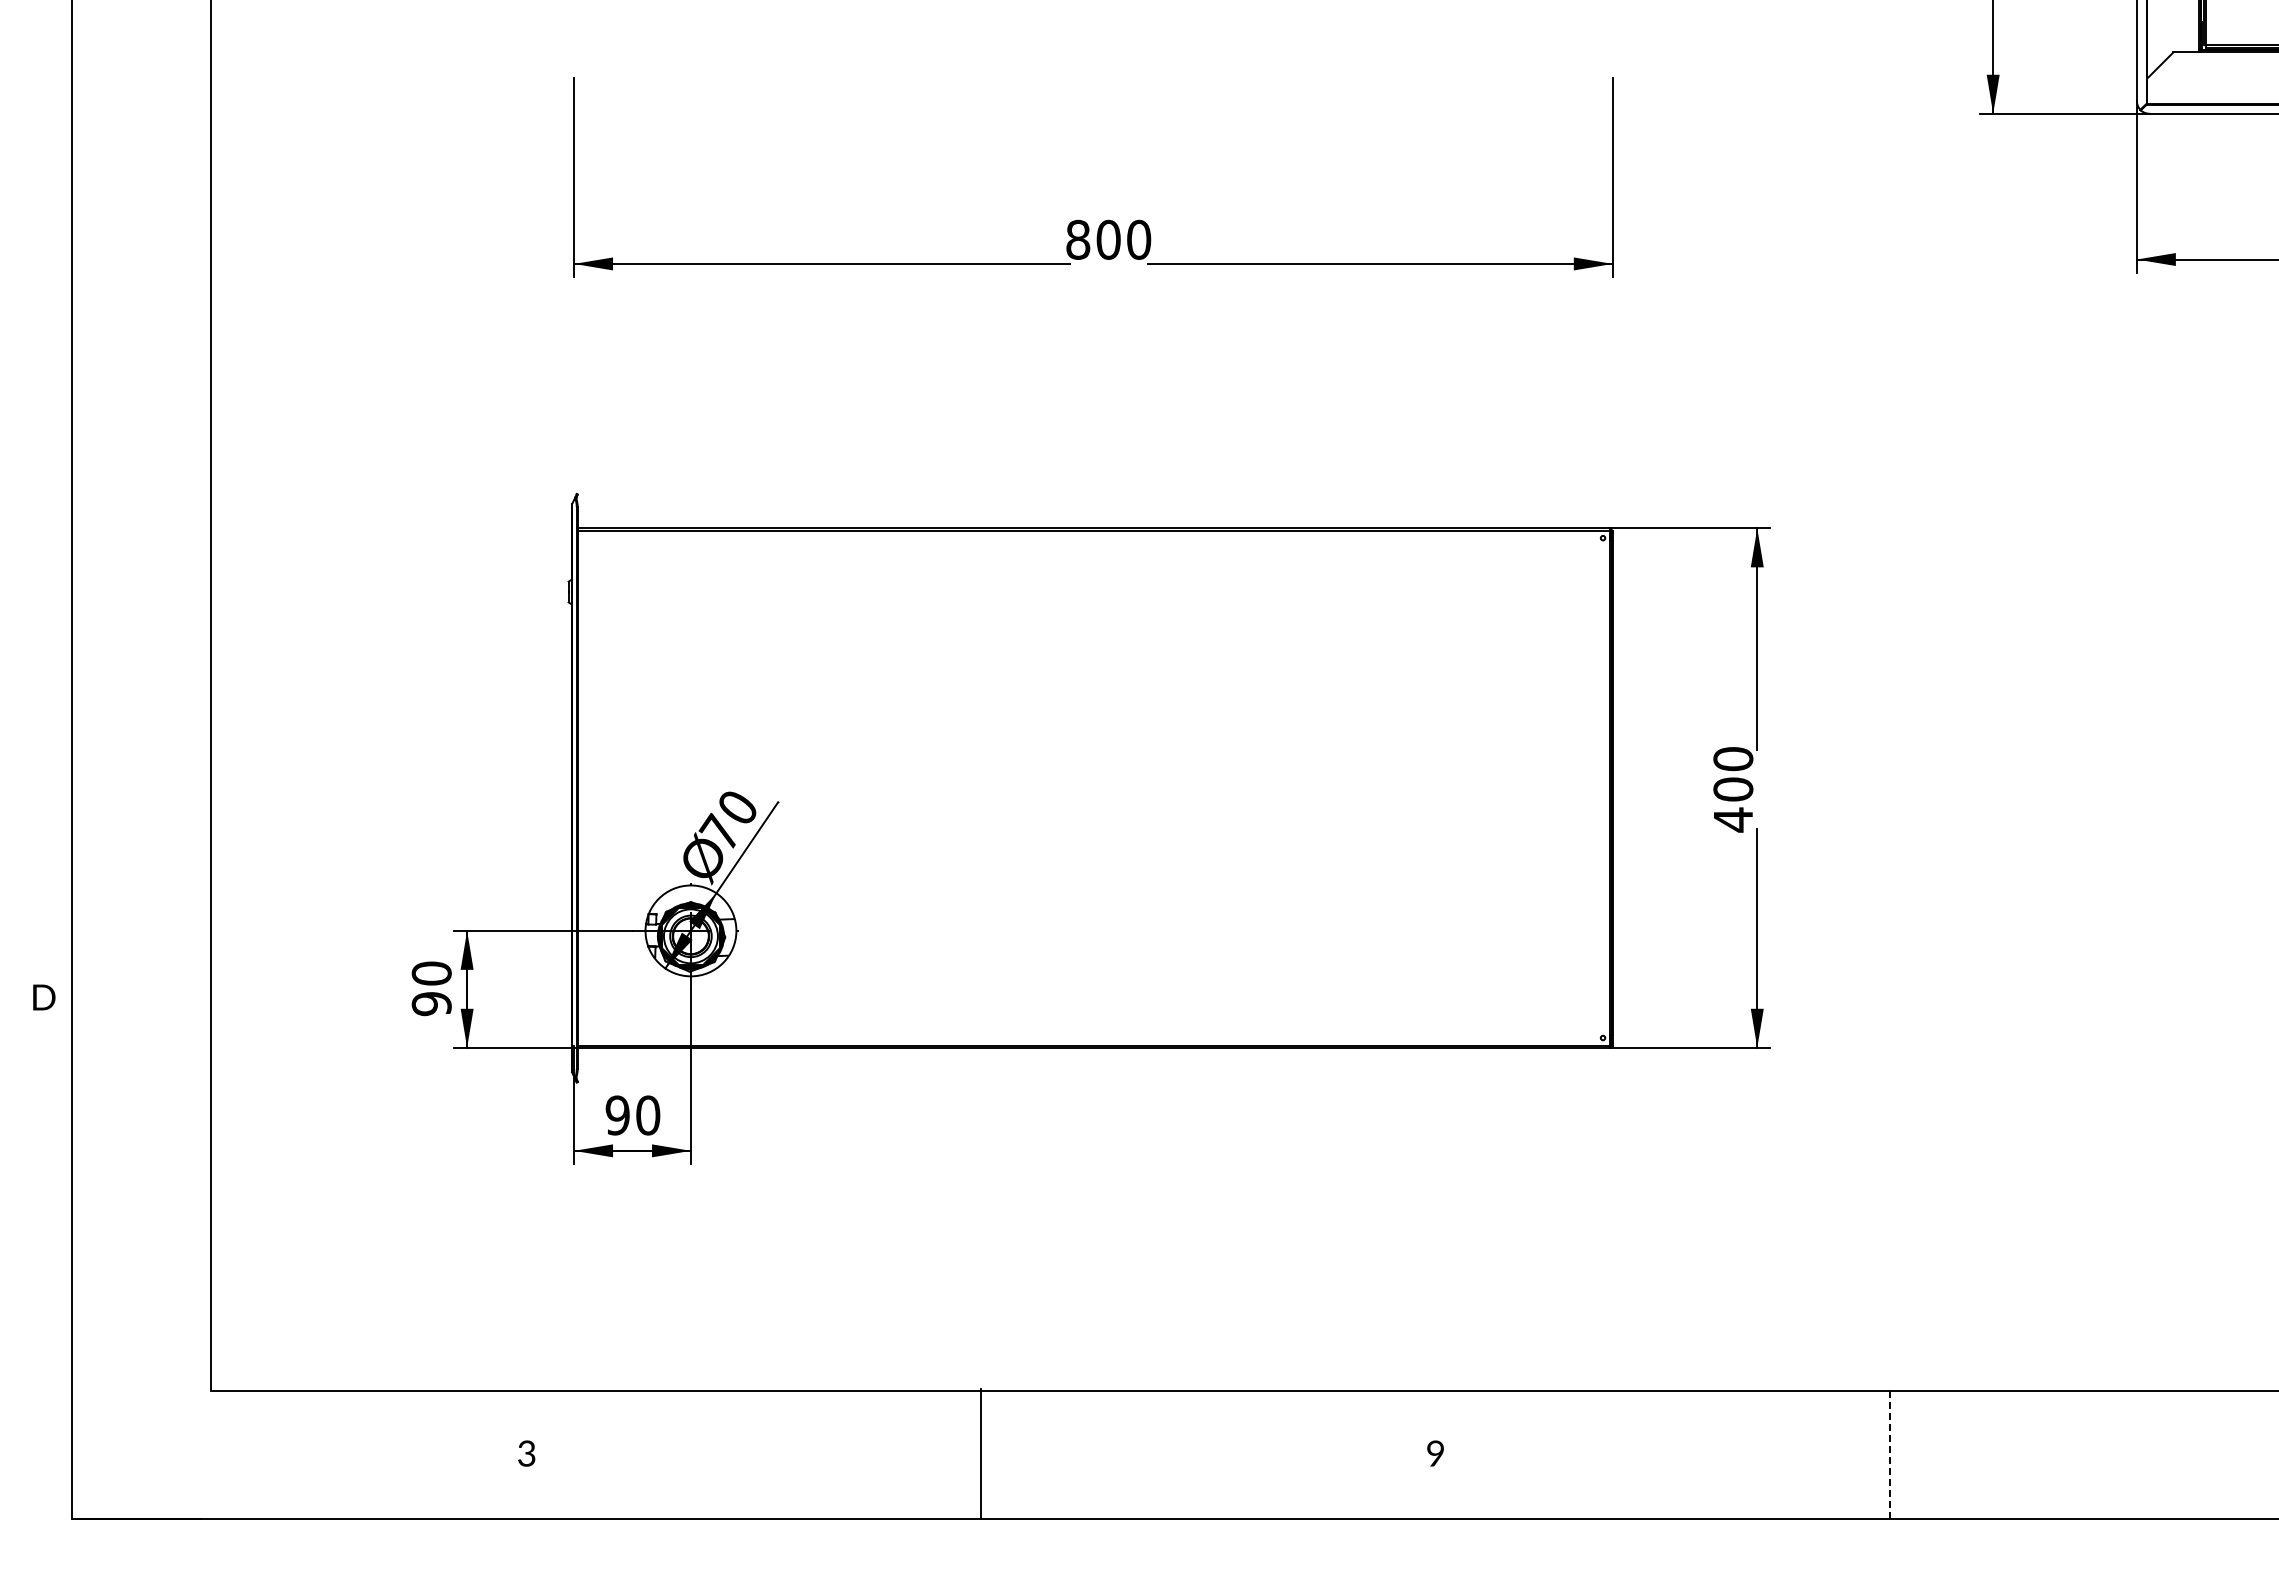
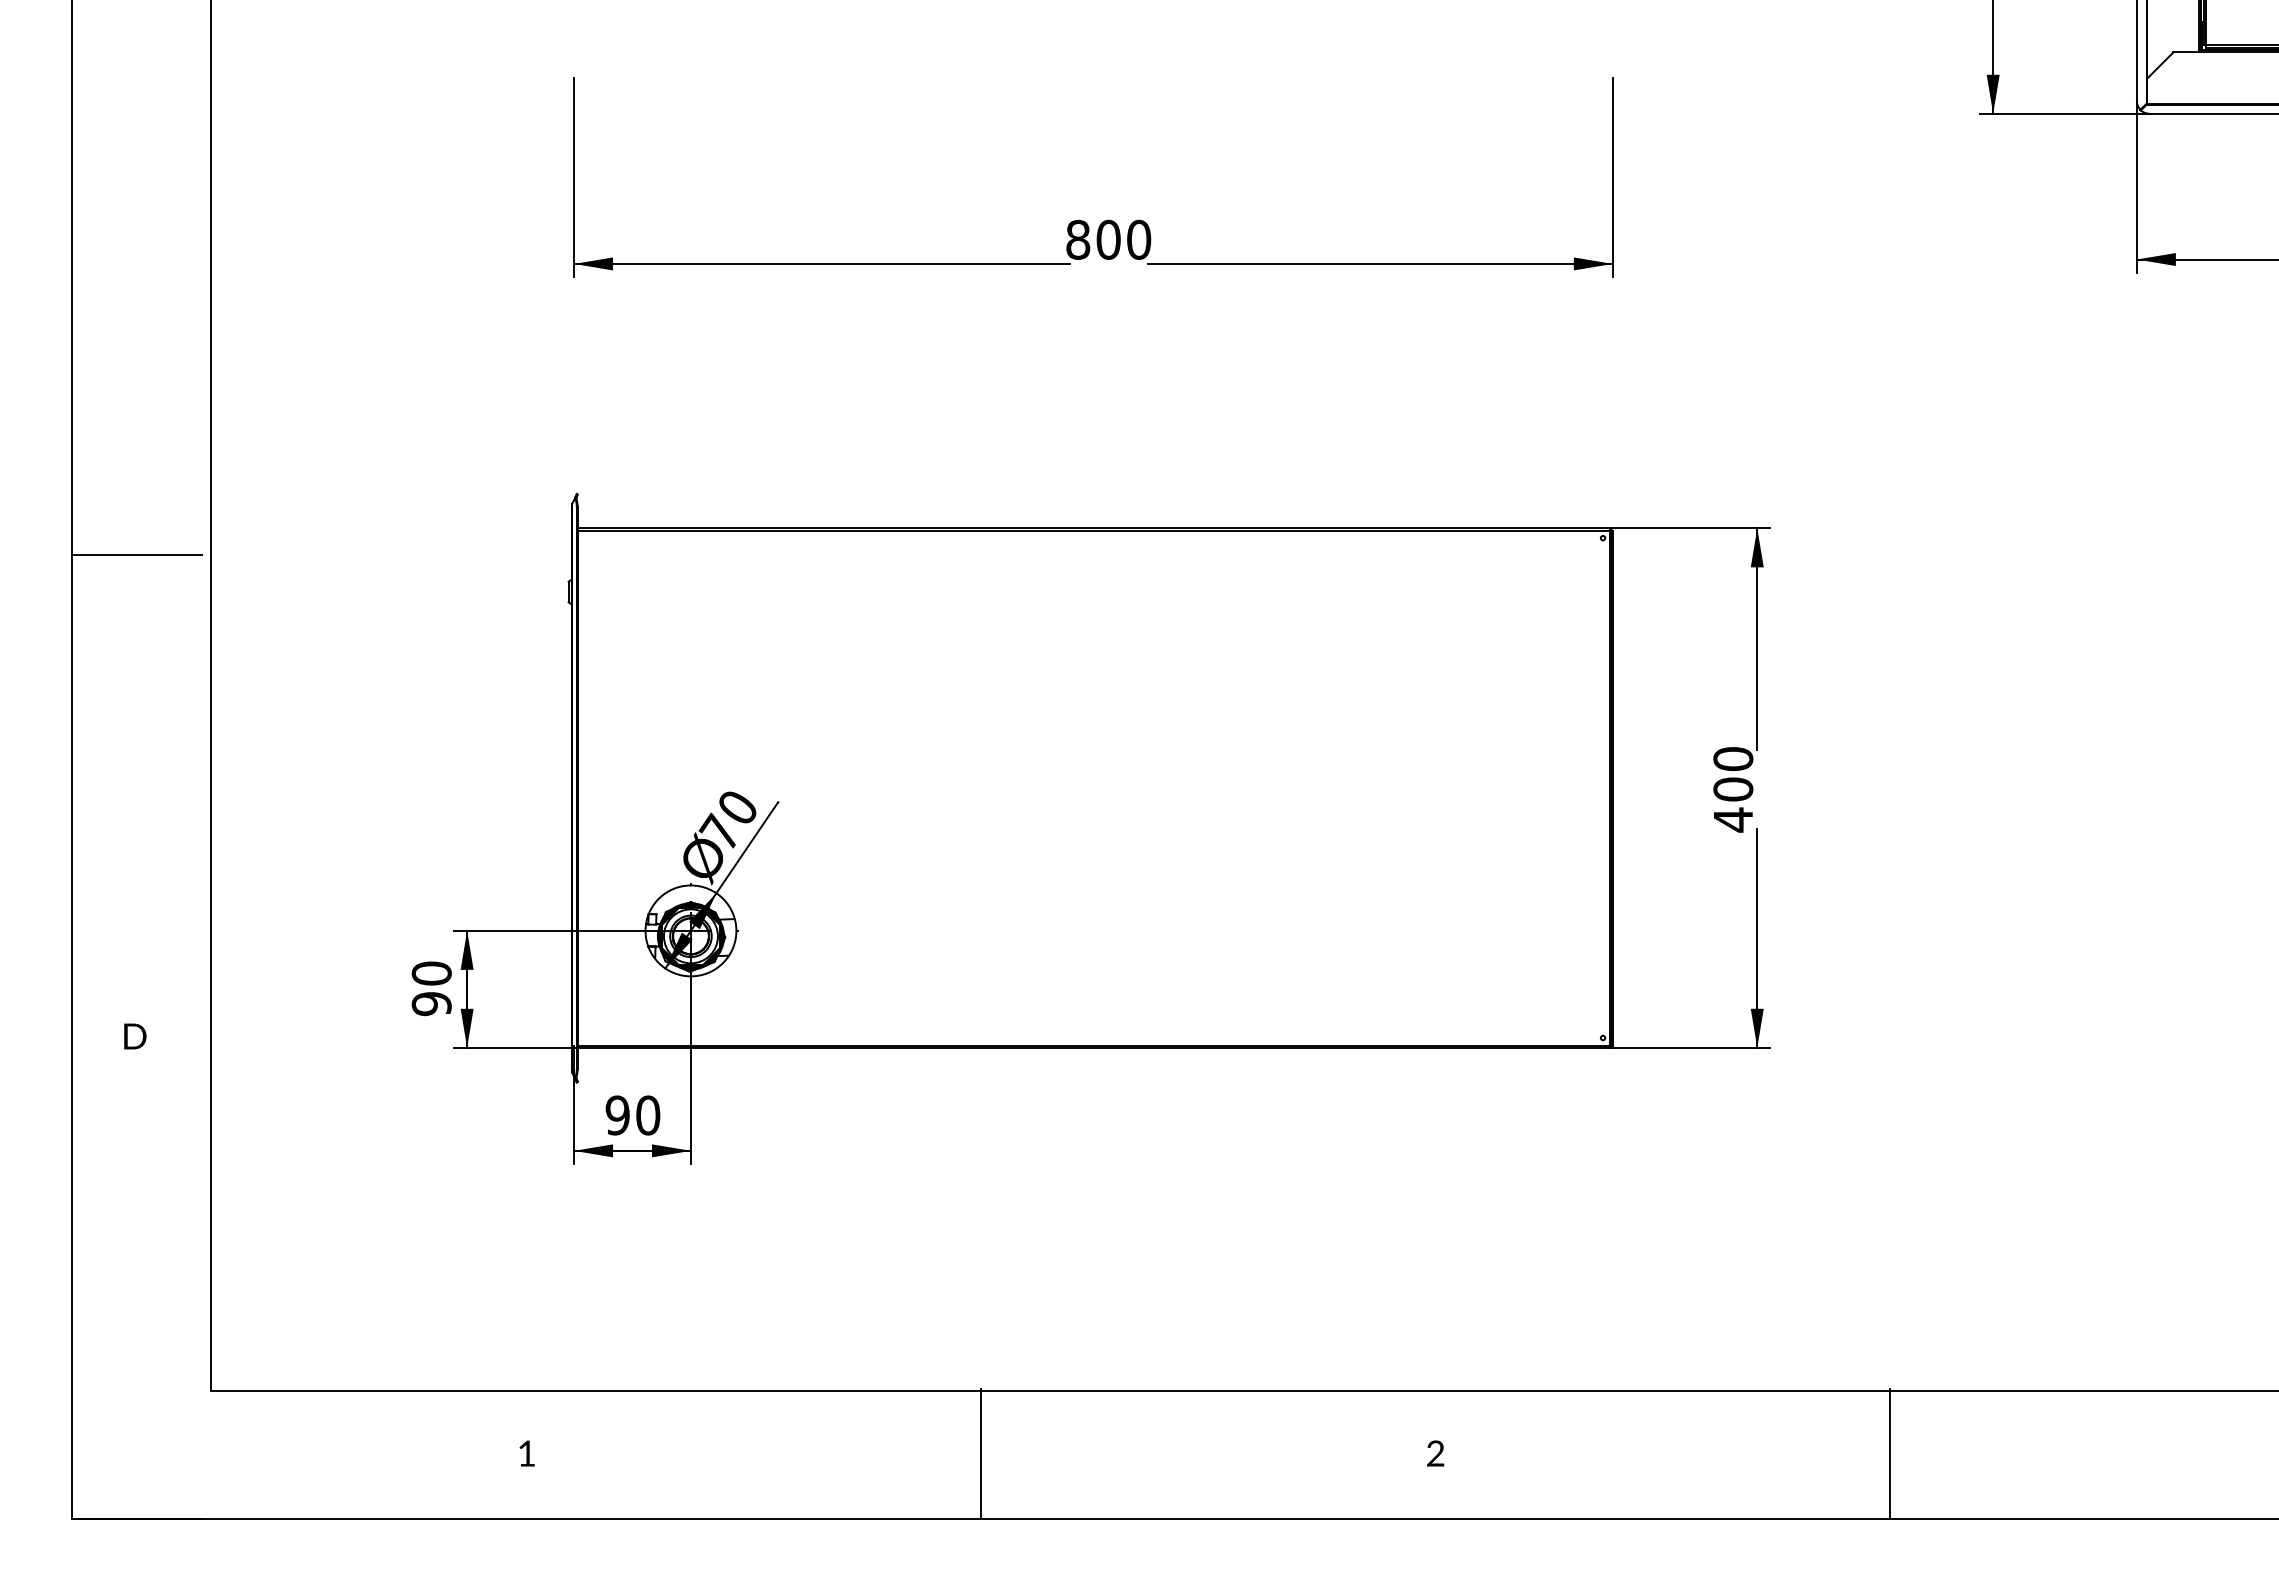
line at (137, 554): none -> present
text at (44, 997) position: (44, 997) -> (135, 1036)
text at (526, 1453): 3 -> 1
text at (1435, 1453): 9 -> 2
line at (1889, 1453): dashed -> solid
